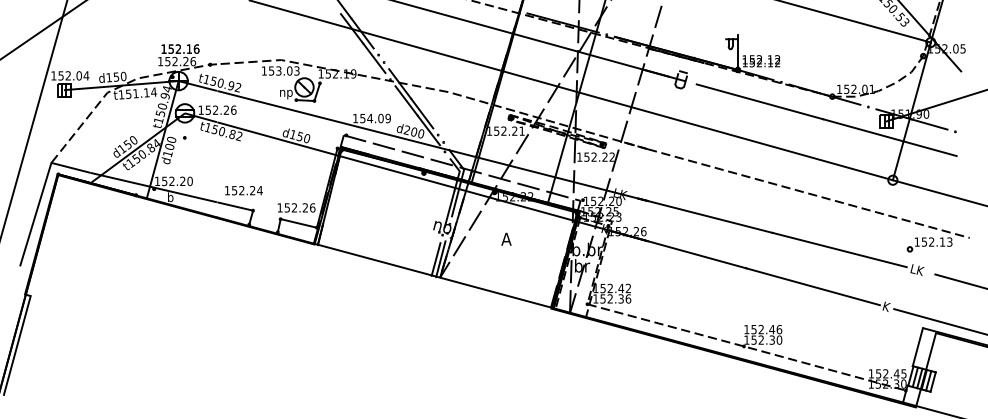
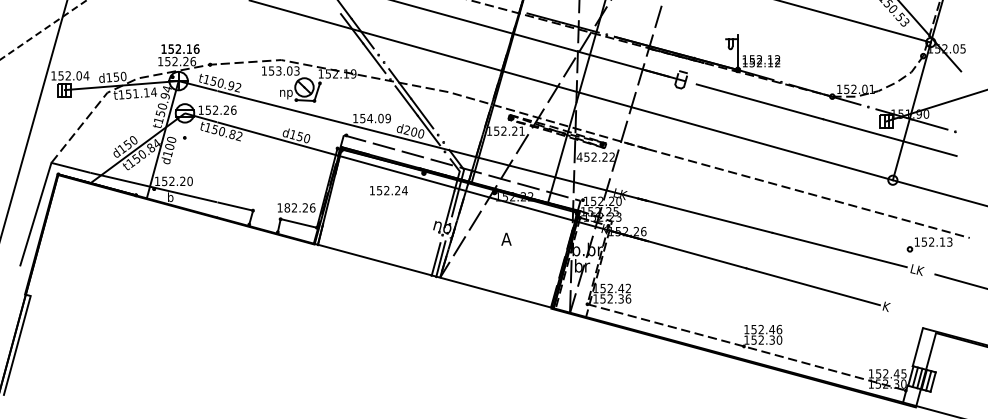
line at (43, 30): solid -> dashed
text at (579, 156): 152.22 -> 452.22
text at (243, 190) position: (243, 190) -> (388, 190)
text at (287, 207): 152.26 -> 182.26
line at (939, 321): present -> none
